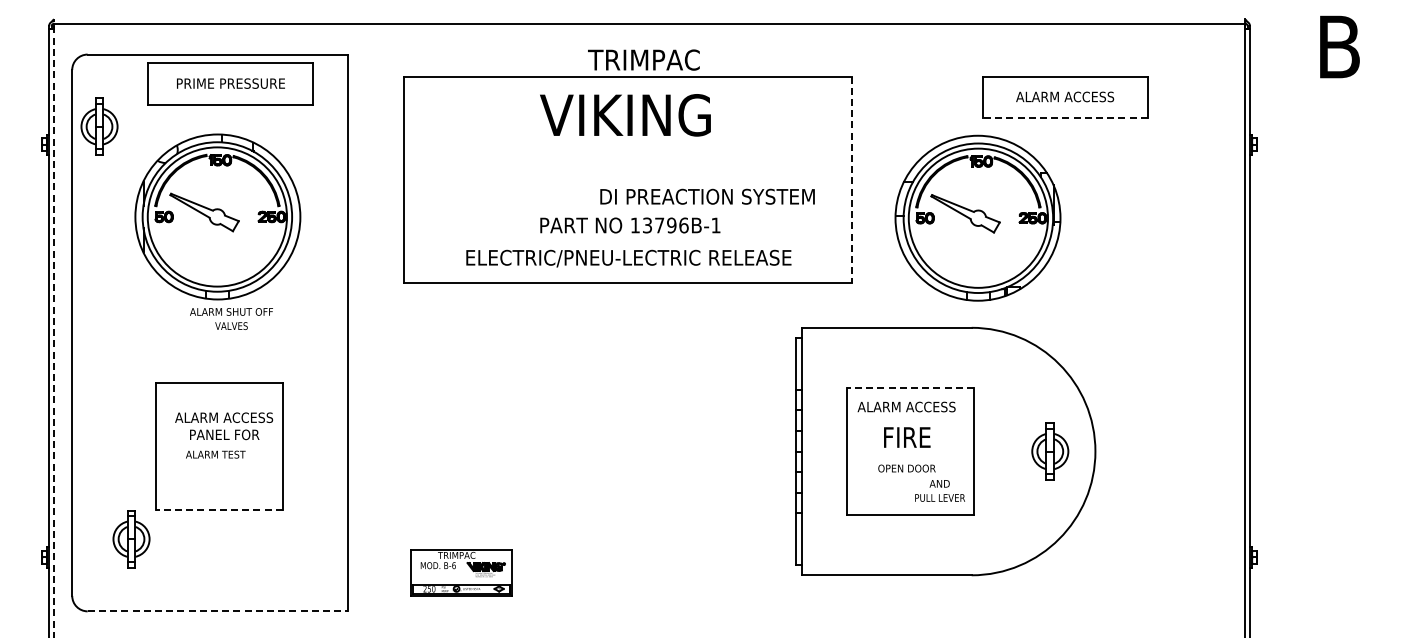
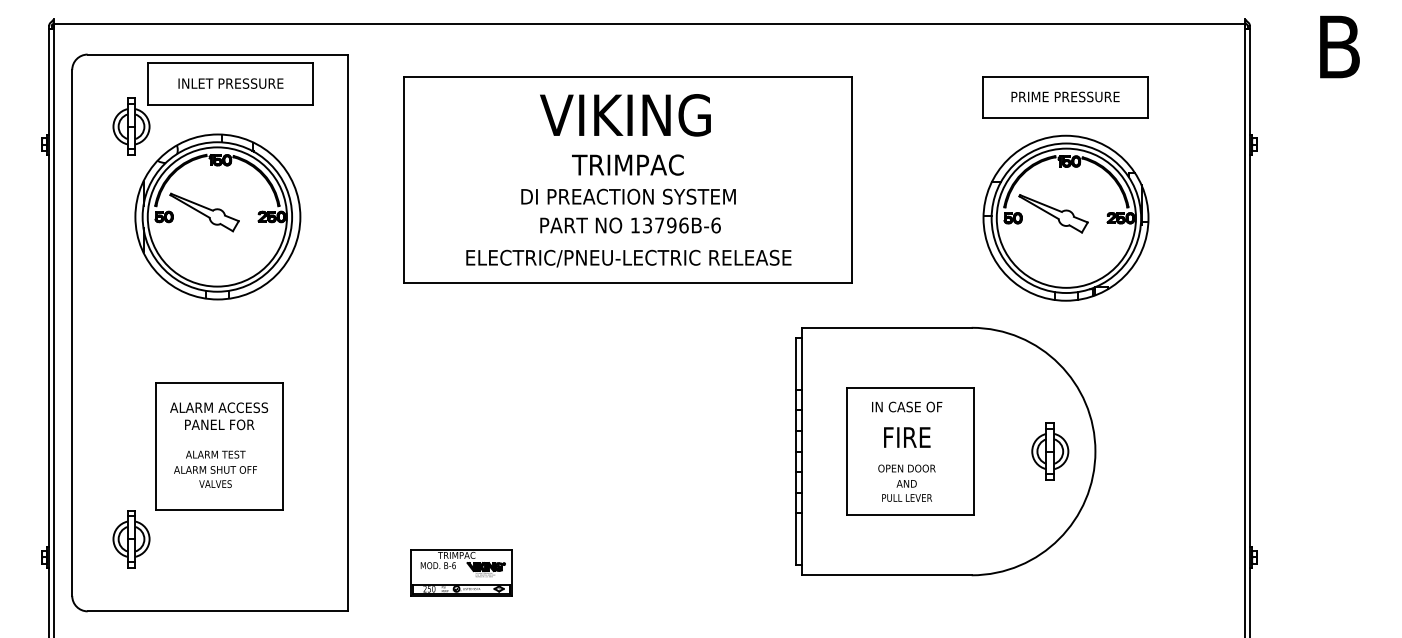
text at (643, 59) position: (643, 59) -> (627, 164)
text at (230, 83): PRIME PRESSURE -> INLET PRESSURE
text at (1065, 96): ALARM ACCESS -> PRIME PRESSURE
line at (1064, 117): dashed -> solid
part at (99, 126) position: (99, 126) -> (131, 126)
line at (852, 180): dashed -> solid
text at (707, 196) position: (707, 196) -> (628, 196)
part at (977, 217) position: (977, 217) -> (1065, 217)
text at (715, 225): 13796B-1 -> 13796B-6
text at (231, 318) position: (231, 318) -> (215, 476)
line at (54, 327): dashed -> solid
line at (910, 388): dashed -> solid
text at (906, 406): ALARM ACCESS -> IN CASE OF
text at (224, 426) position: (224, 426) -> (219, 416)
text at (939, 490) position: (939, 490) -> (906, 490)
line at (218, 509): dashed -> solid
line at (218, 611): dashed -> solid
